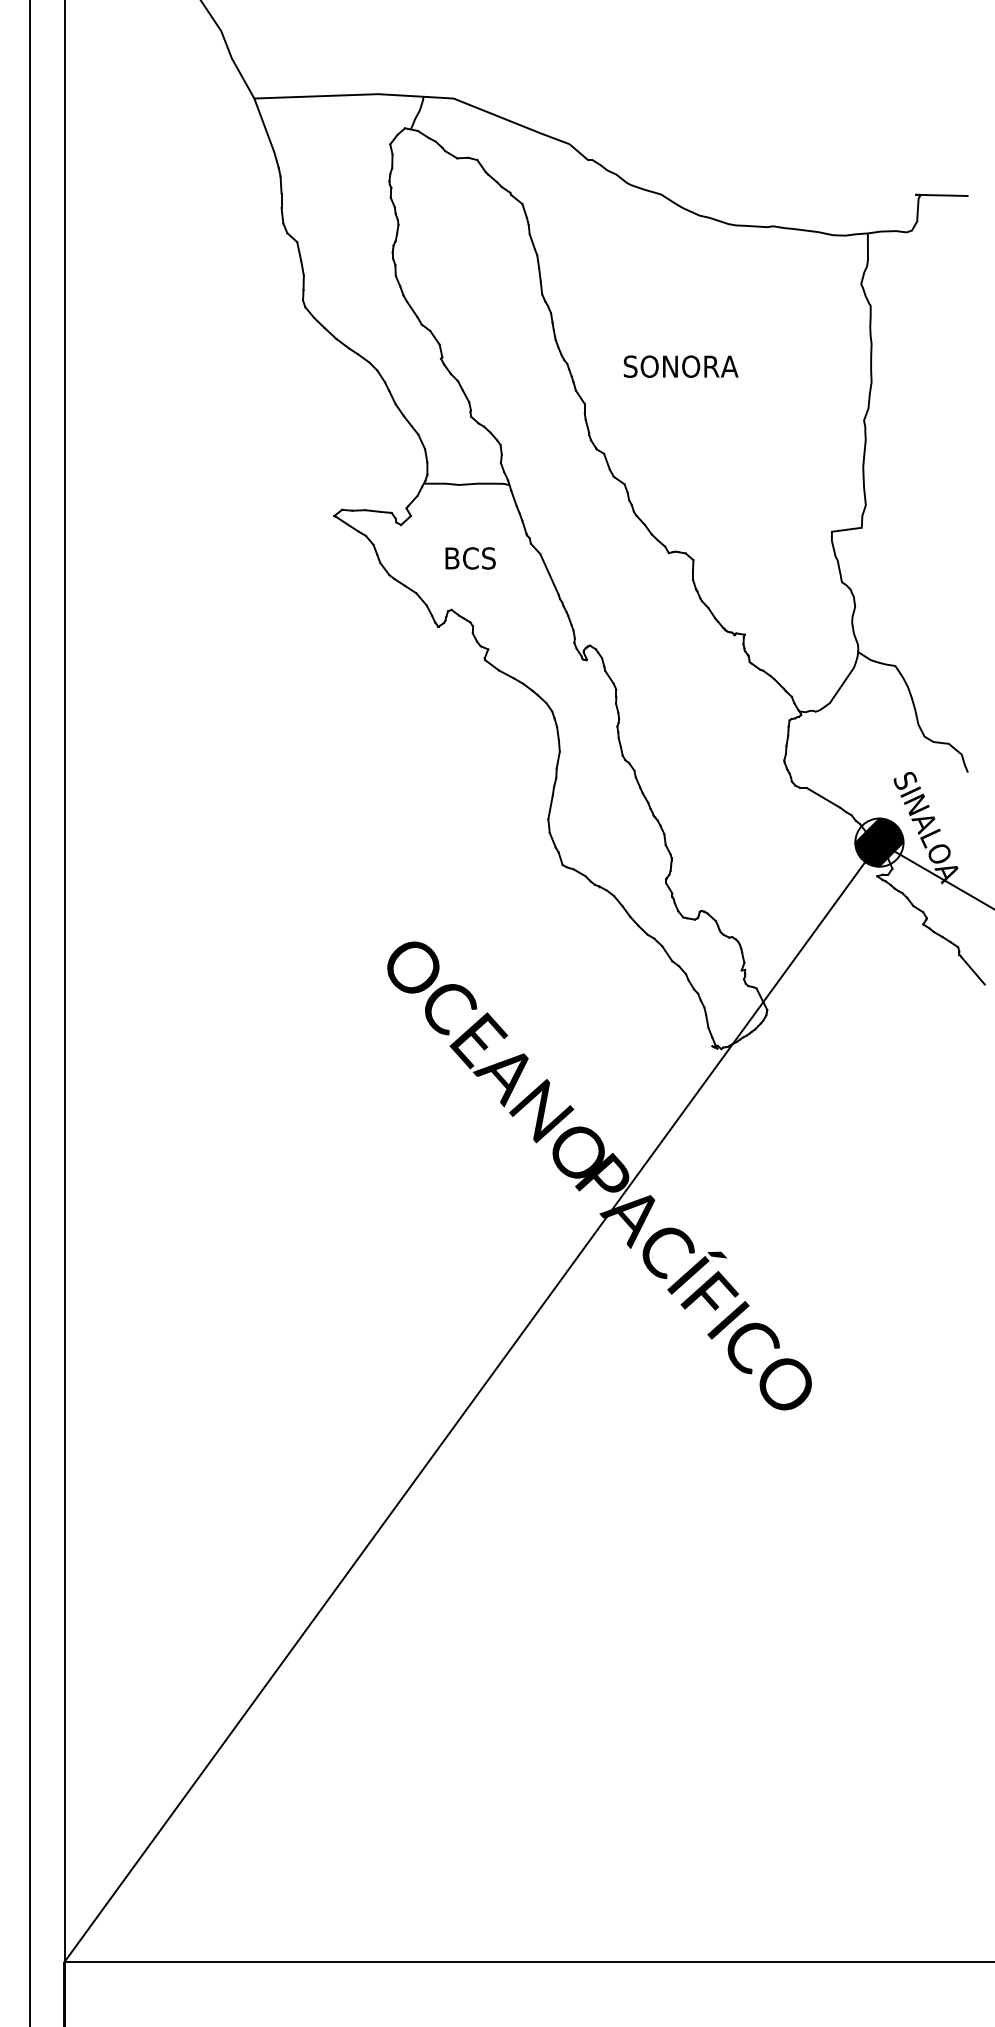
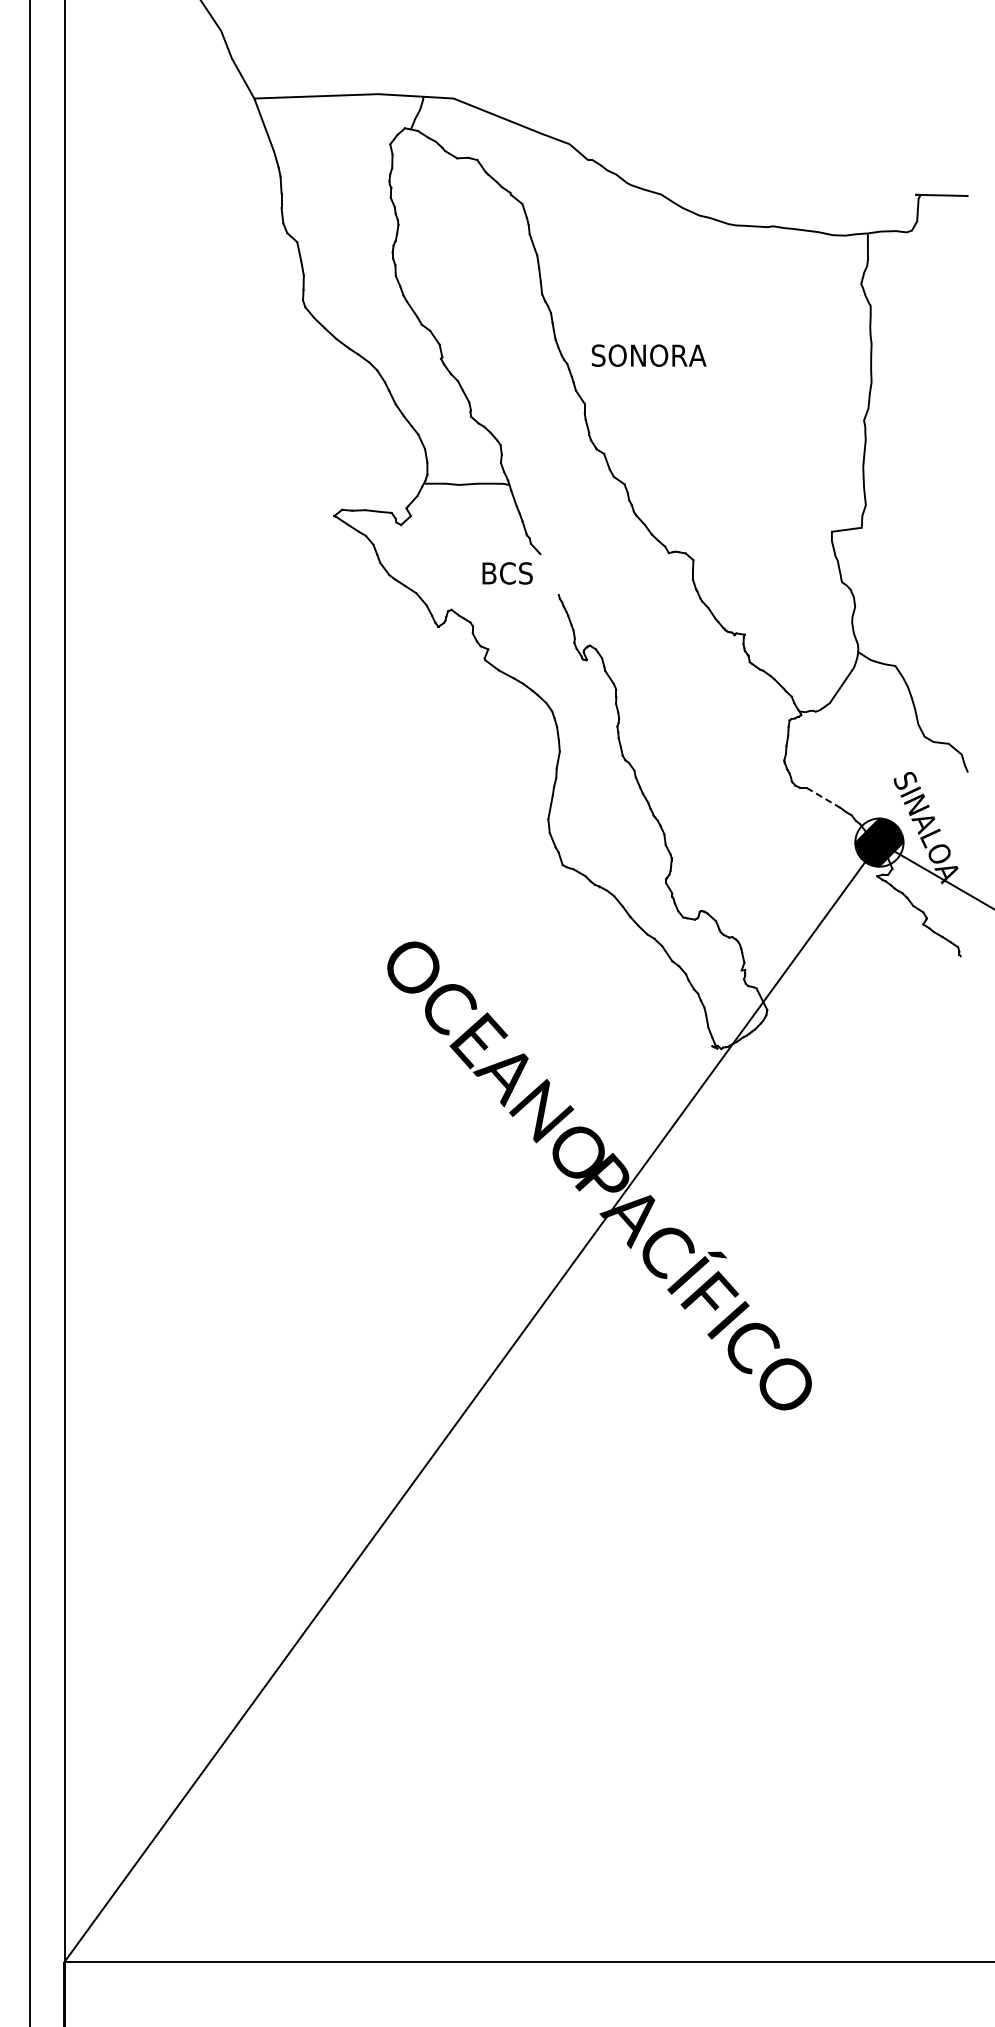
text at (680, 366) position: (680, 366) -> (648, 355)
text at (470, 558) position: (470, 558) -> (507, 573)
line at (549, 574): present -> none
line at (823, 798): solid -> dashed
line at (972, 970): present -> none
